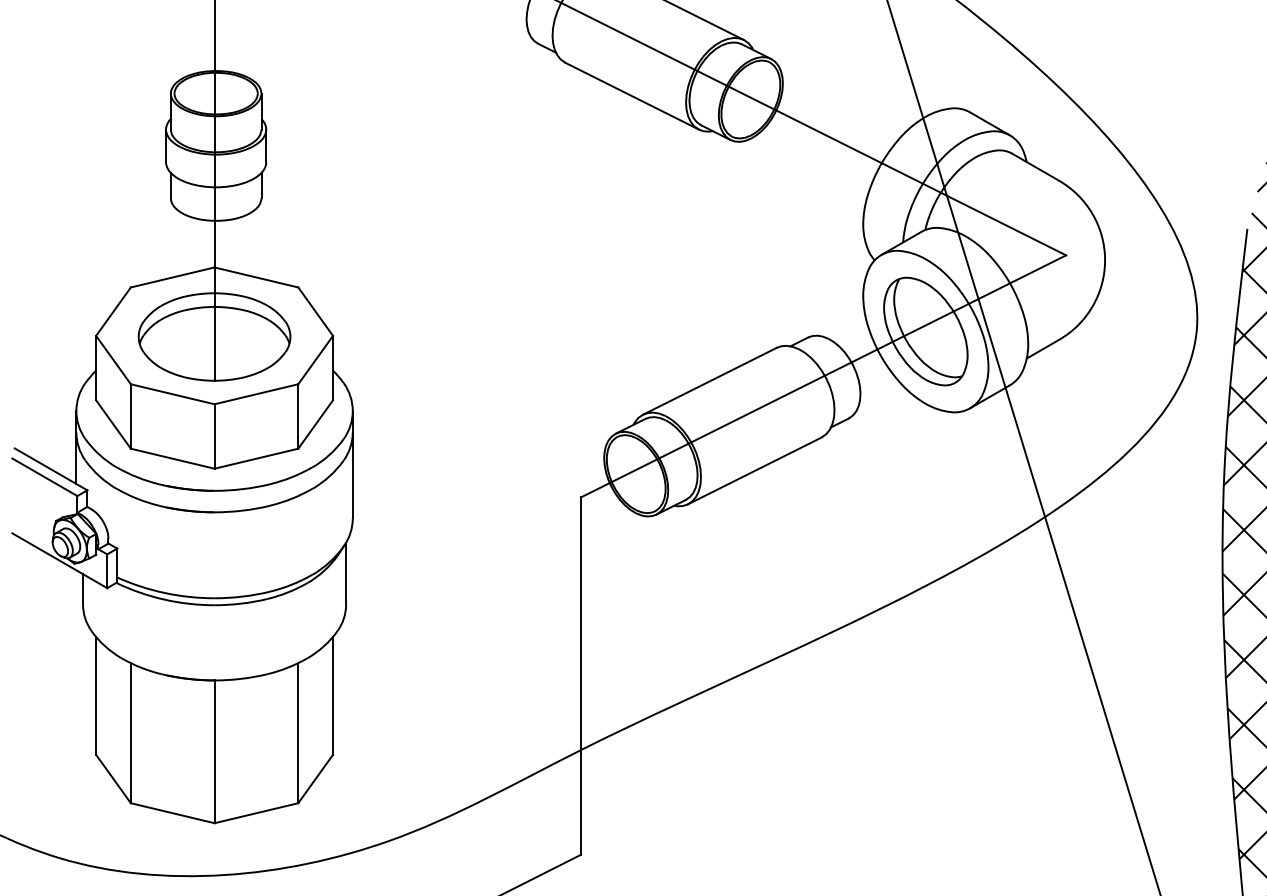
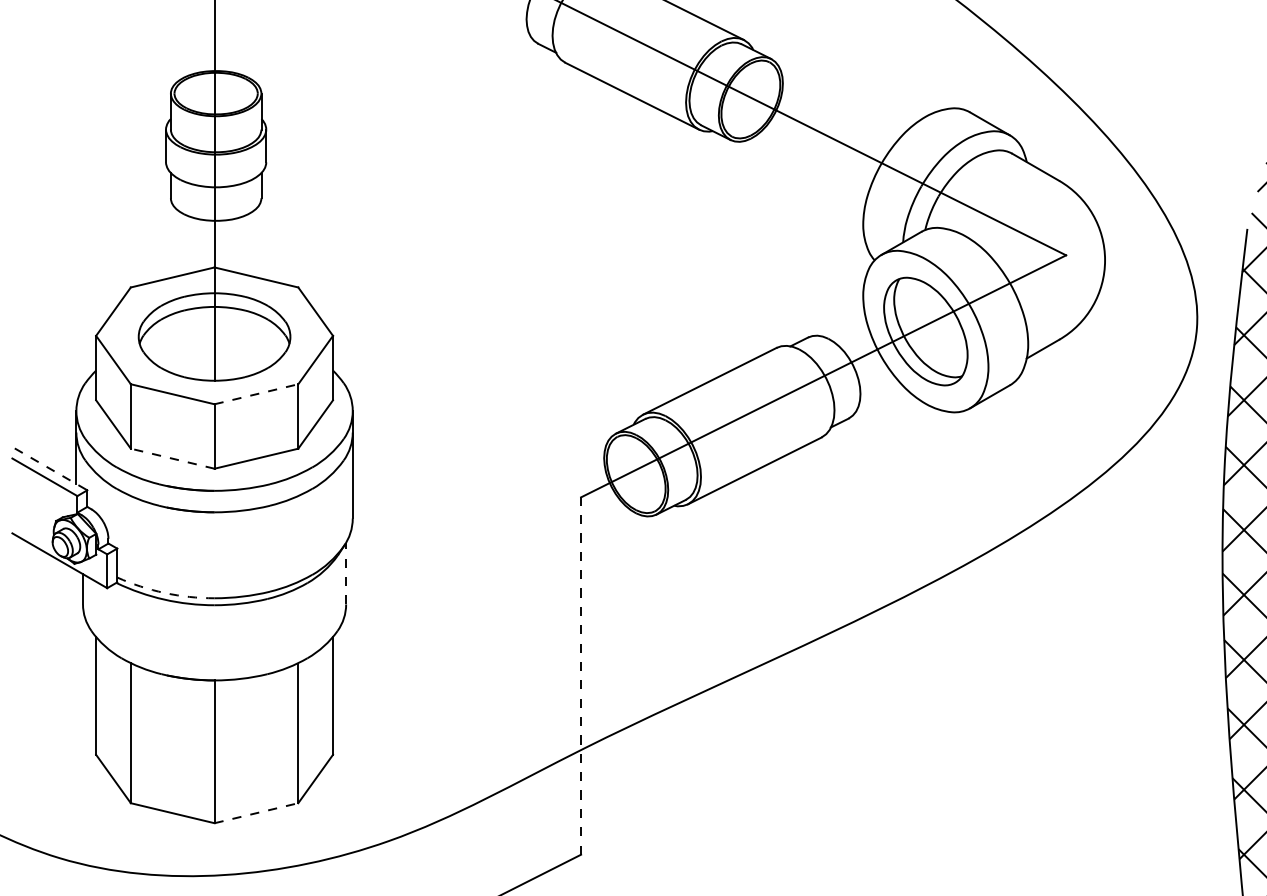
line at (256, 394): solid -> dashed
line at (1023, 447): present -> none
line at (172, 458): solid -> dashed
line at (51, 469): solid -> dashed
line at (346, 573): solid -> dashed
arc at (164, 593): solid -> dashed
line at (581, 676): solid -> dashed
line at (256, 813): solid -> dashed
